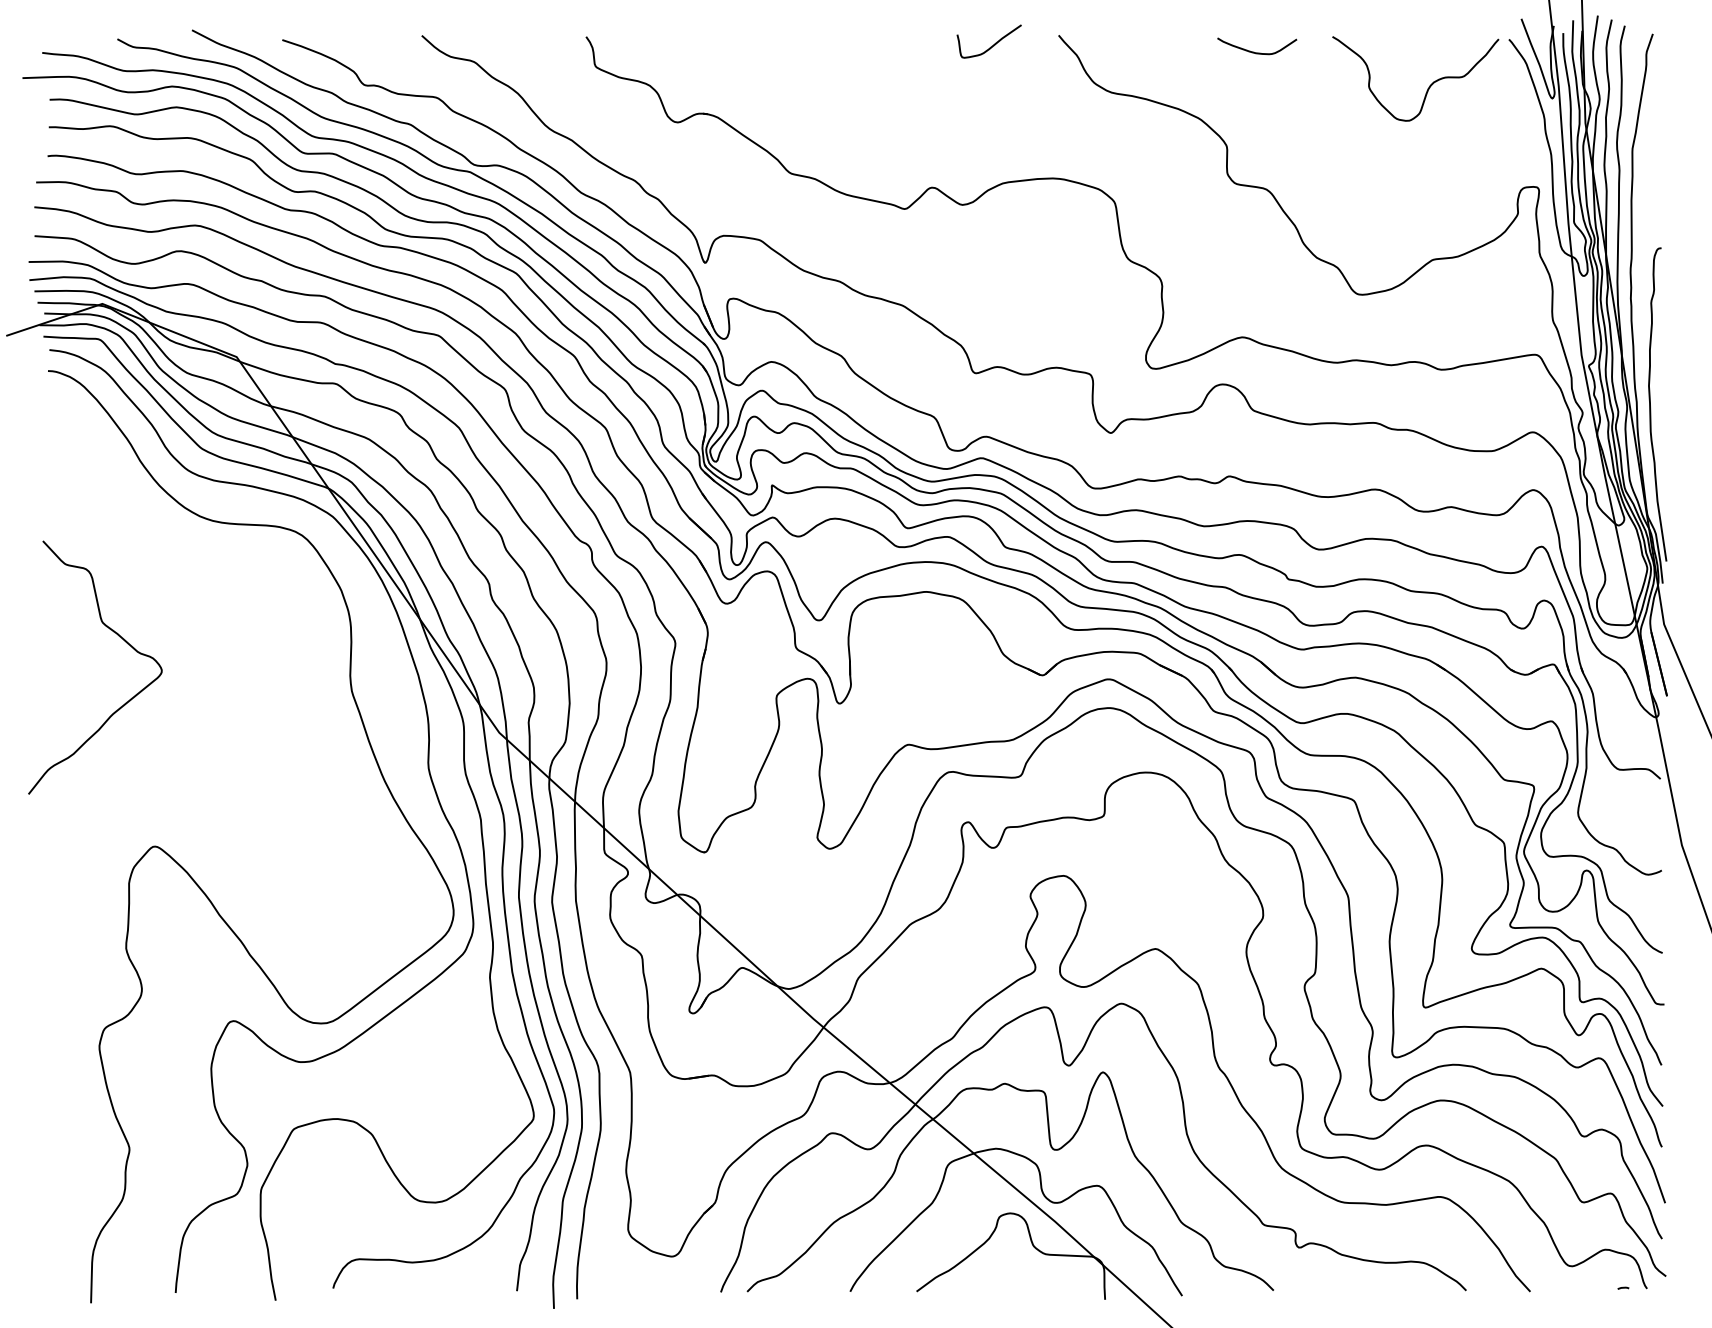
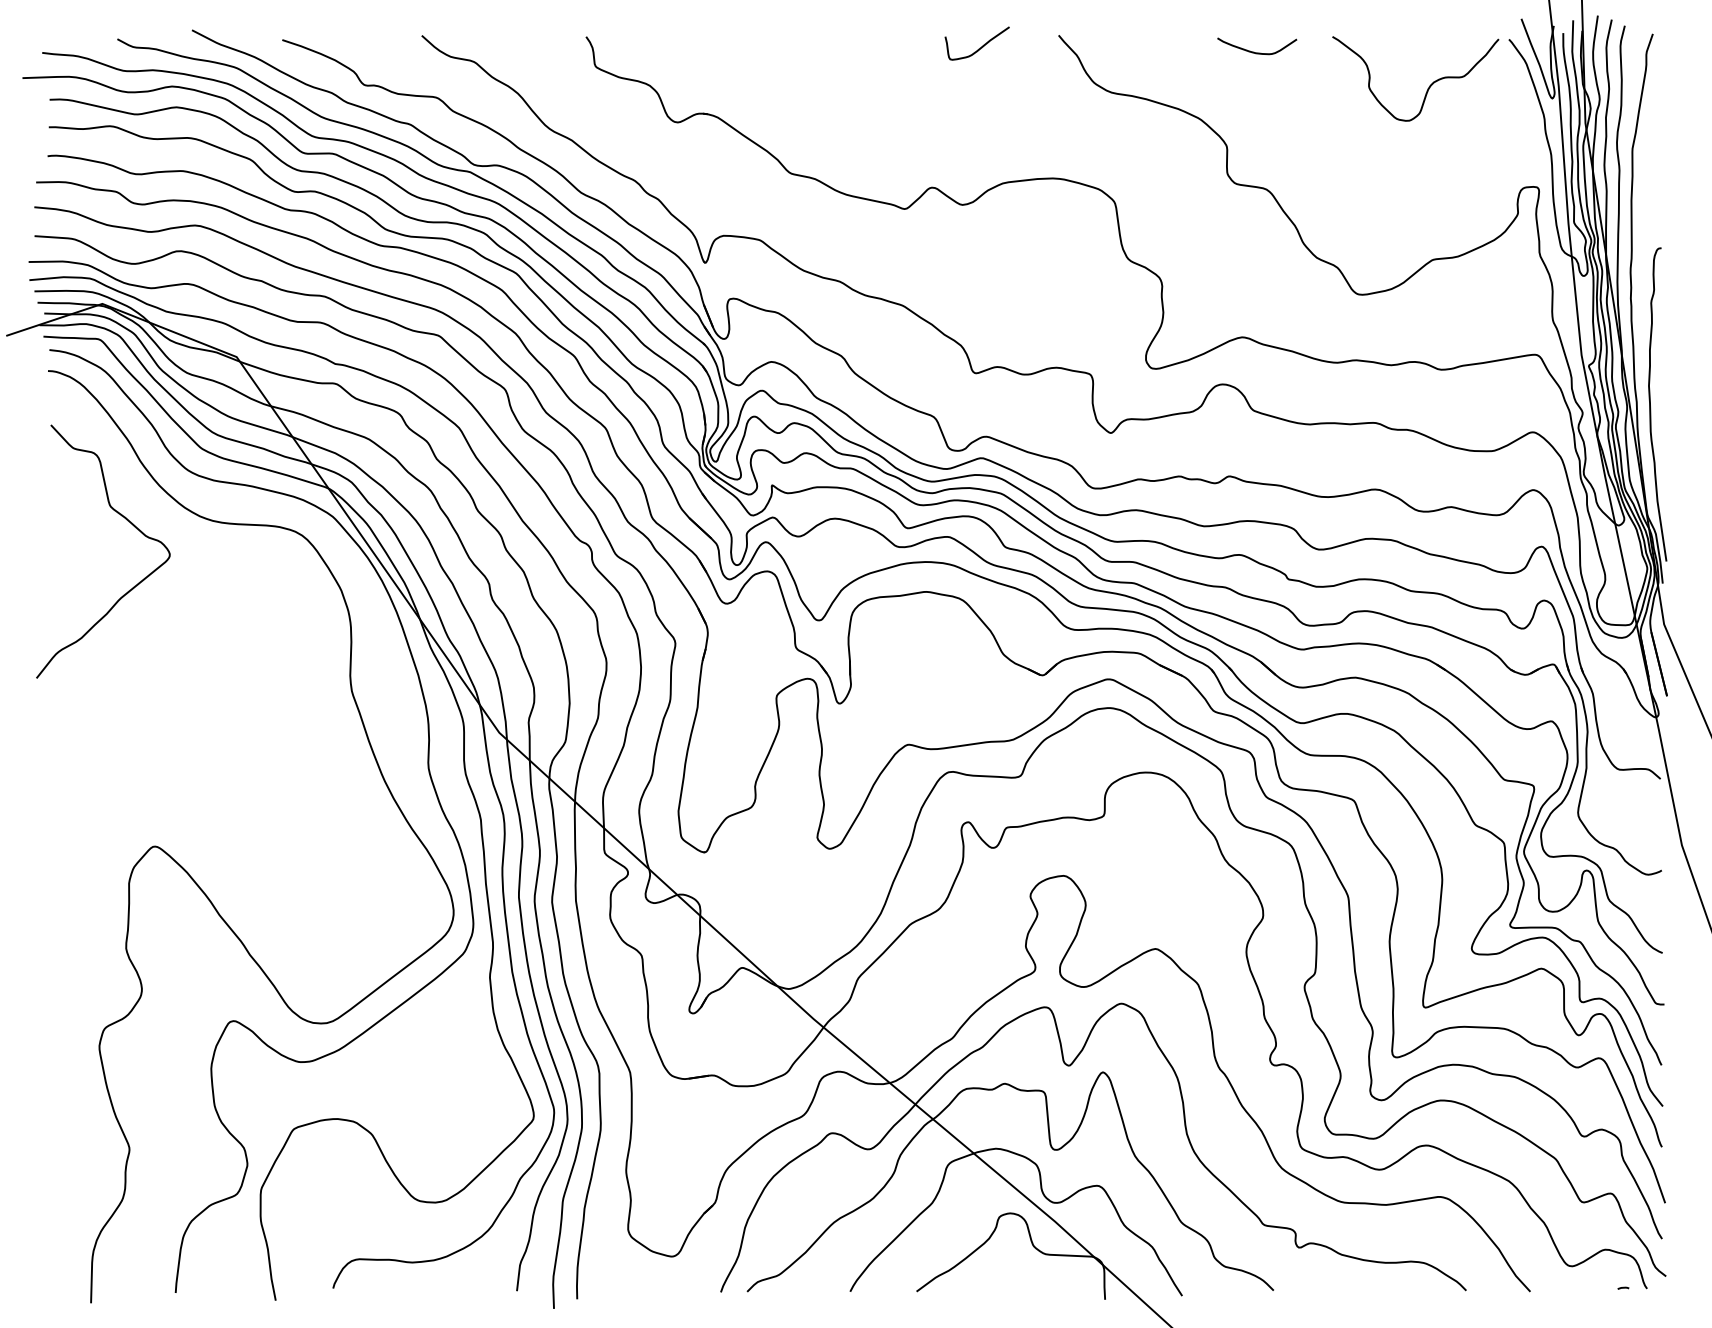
curve at (990, 46) position: (990, 46) -> (978, 48)
curve at (118, 636) position: (118, 636) -> (126, 520)
